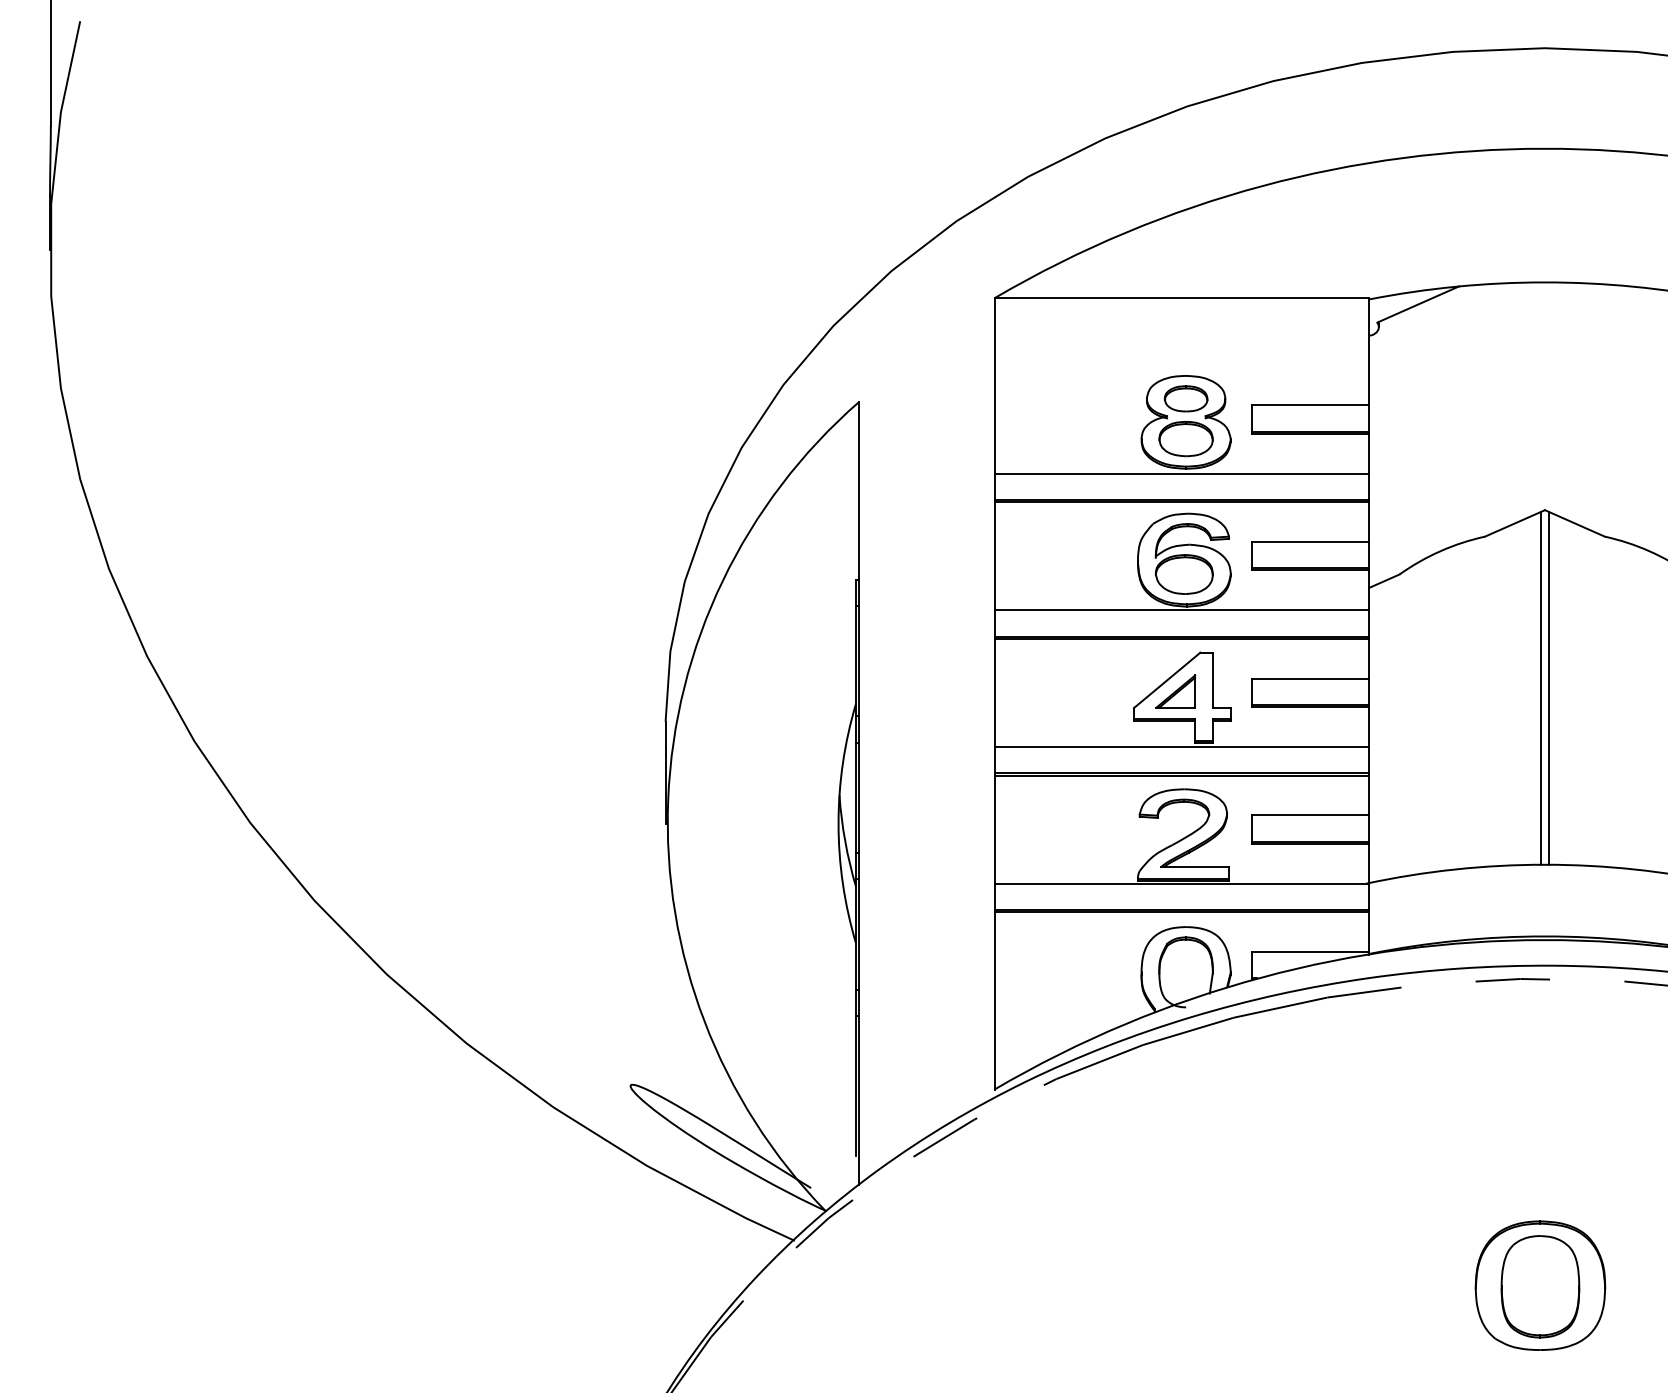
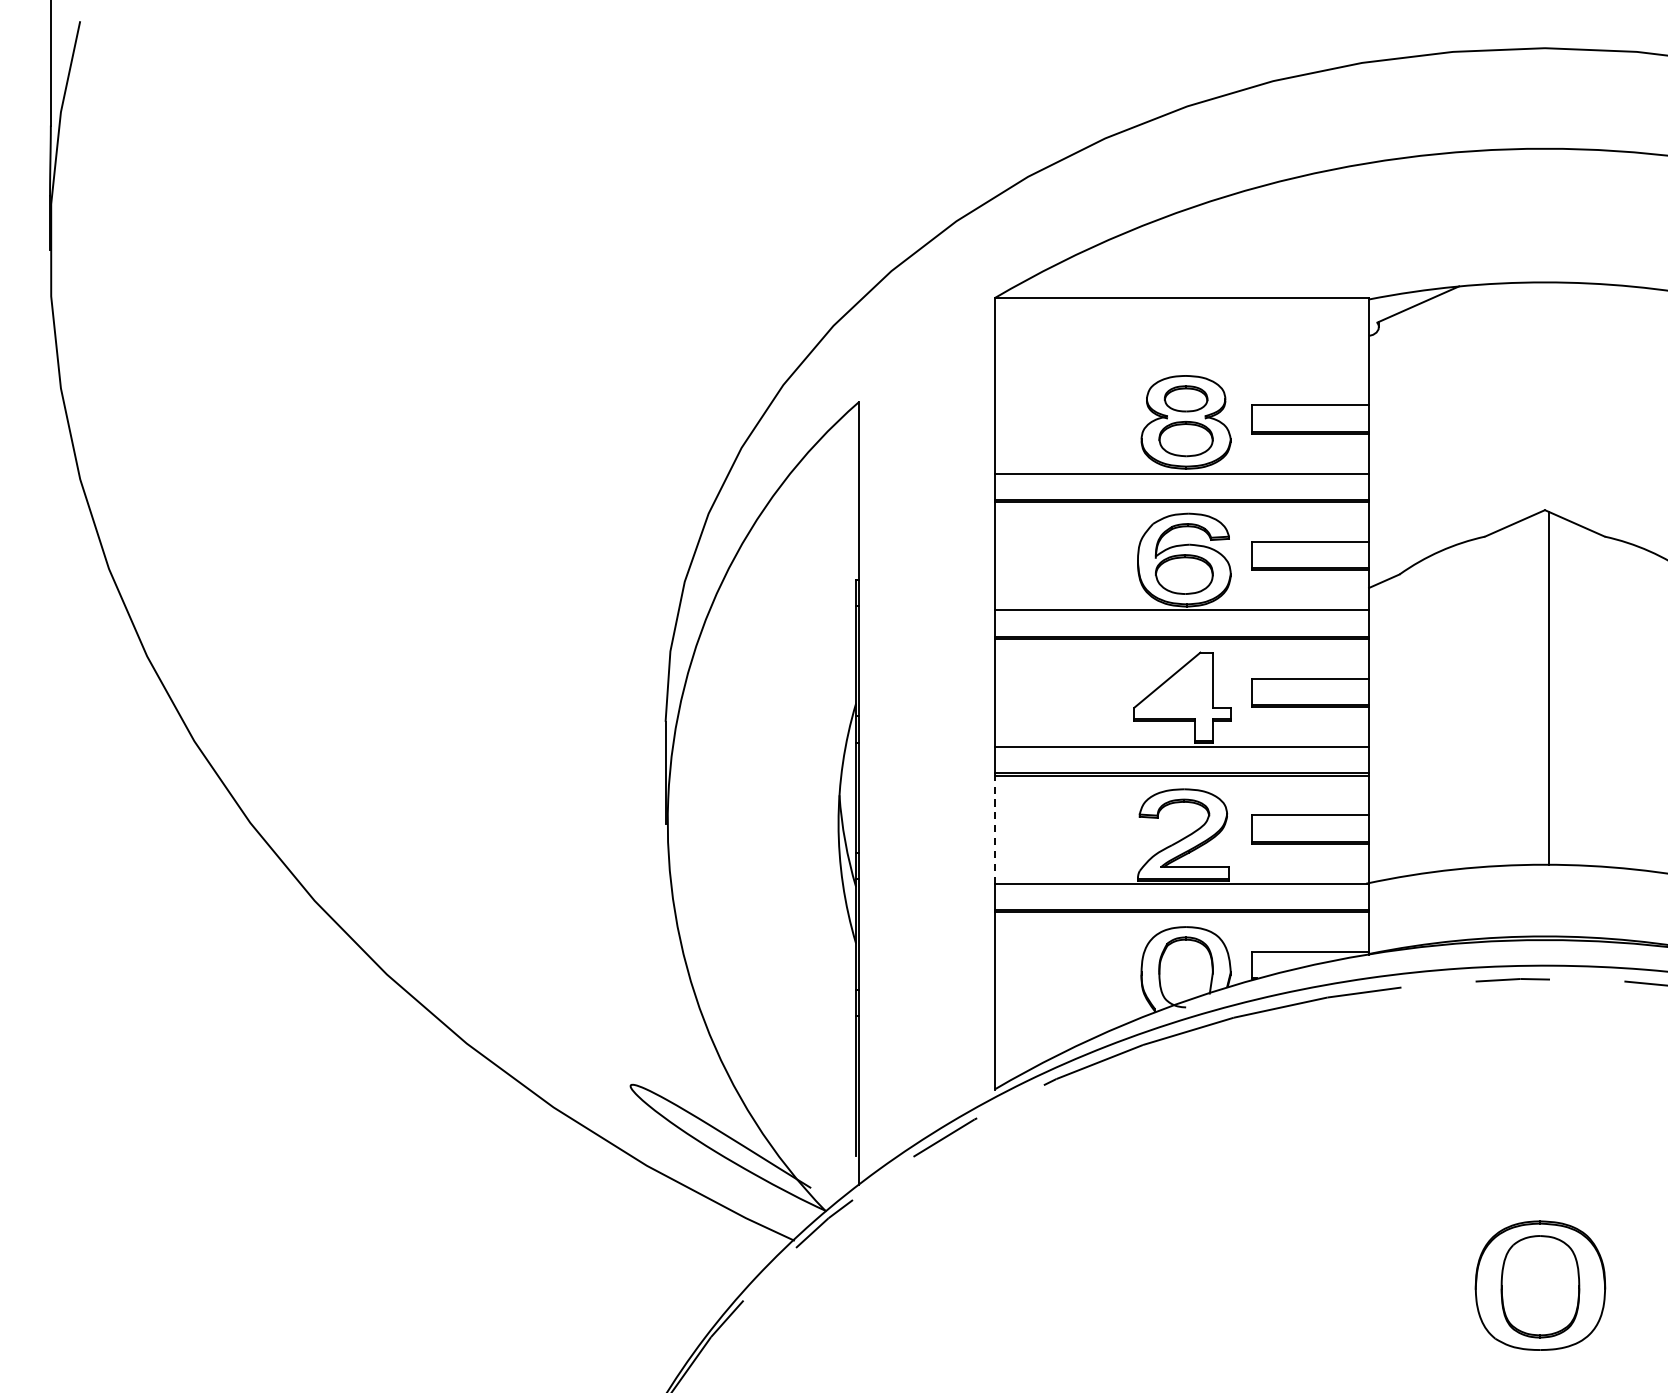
line at (1540, 688): present -> none
part at (1175, 691): present -> none
line at (994, 829): solid -> dashed
